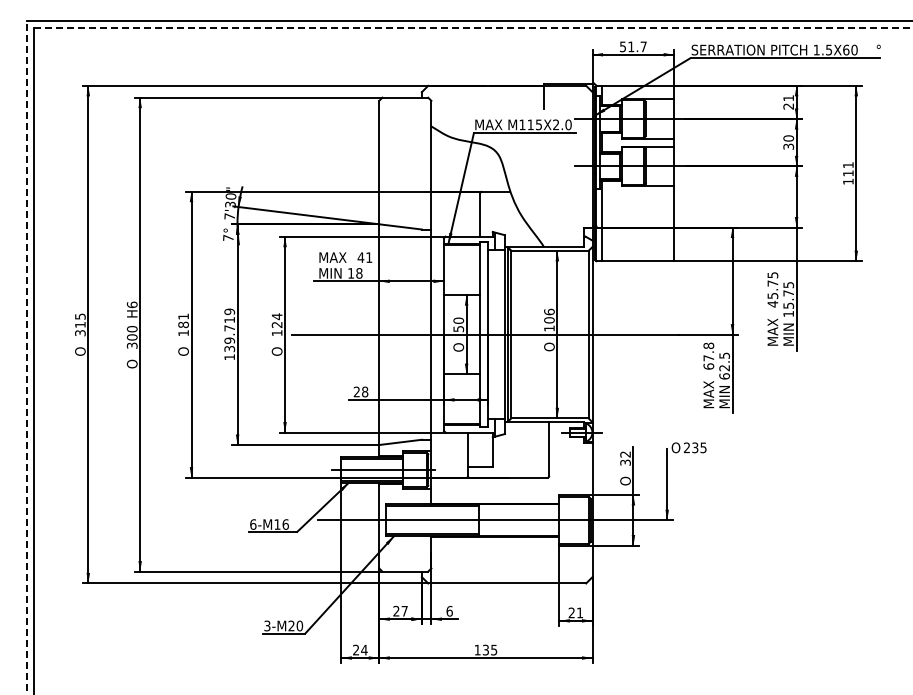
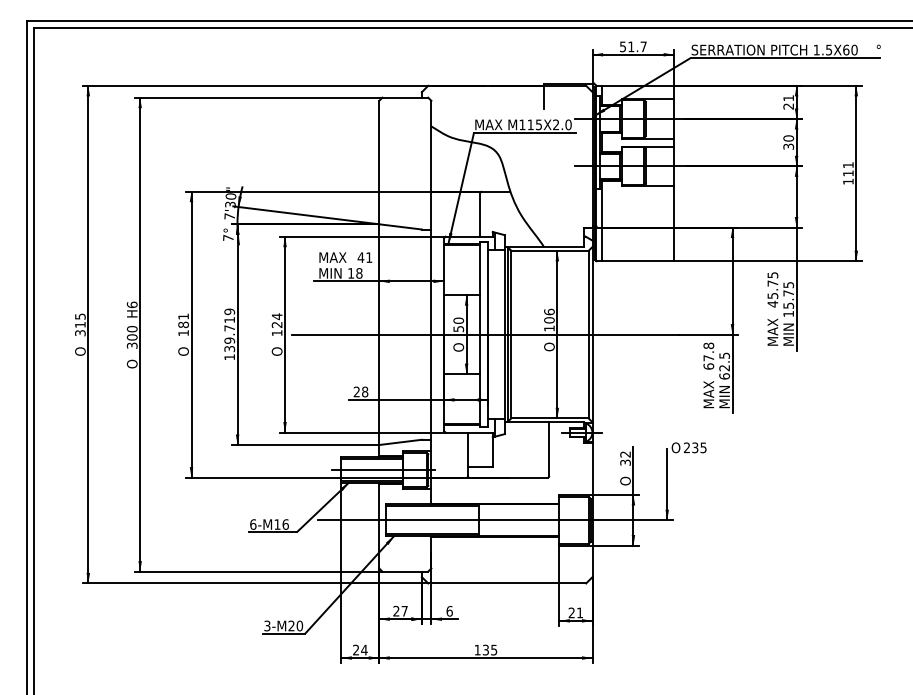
line at (473, 27): dashed -> solid
line at (27, 357): dashed -> solid
